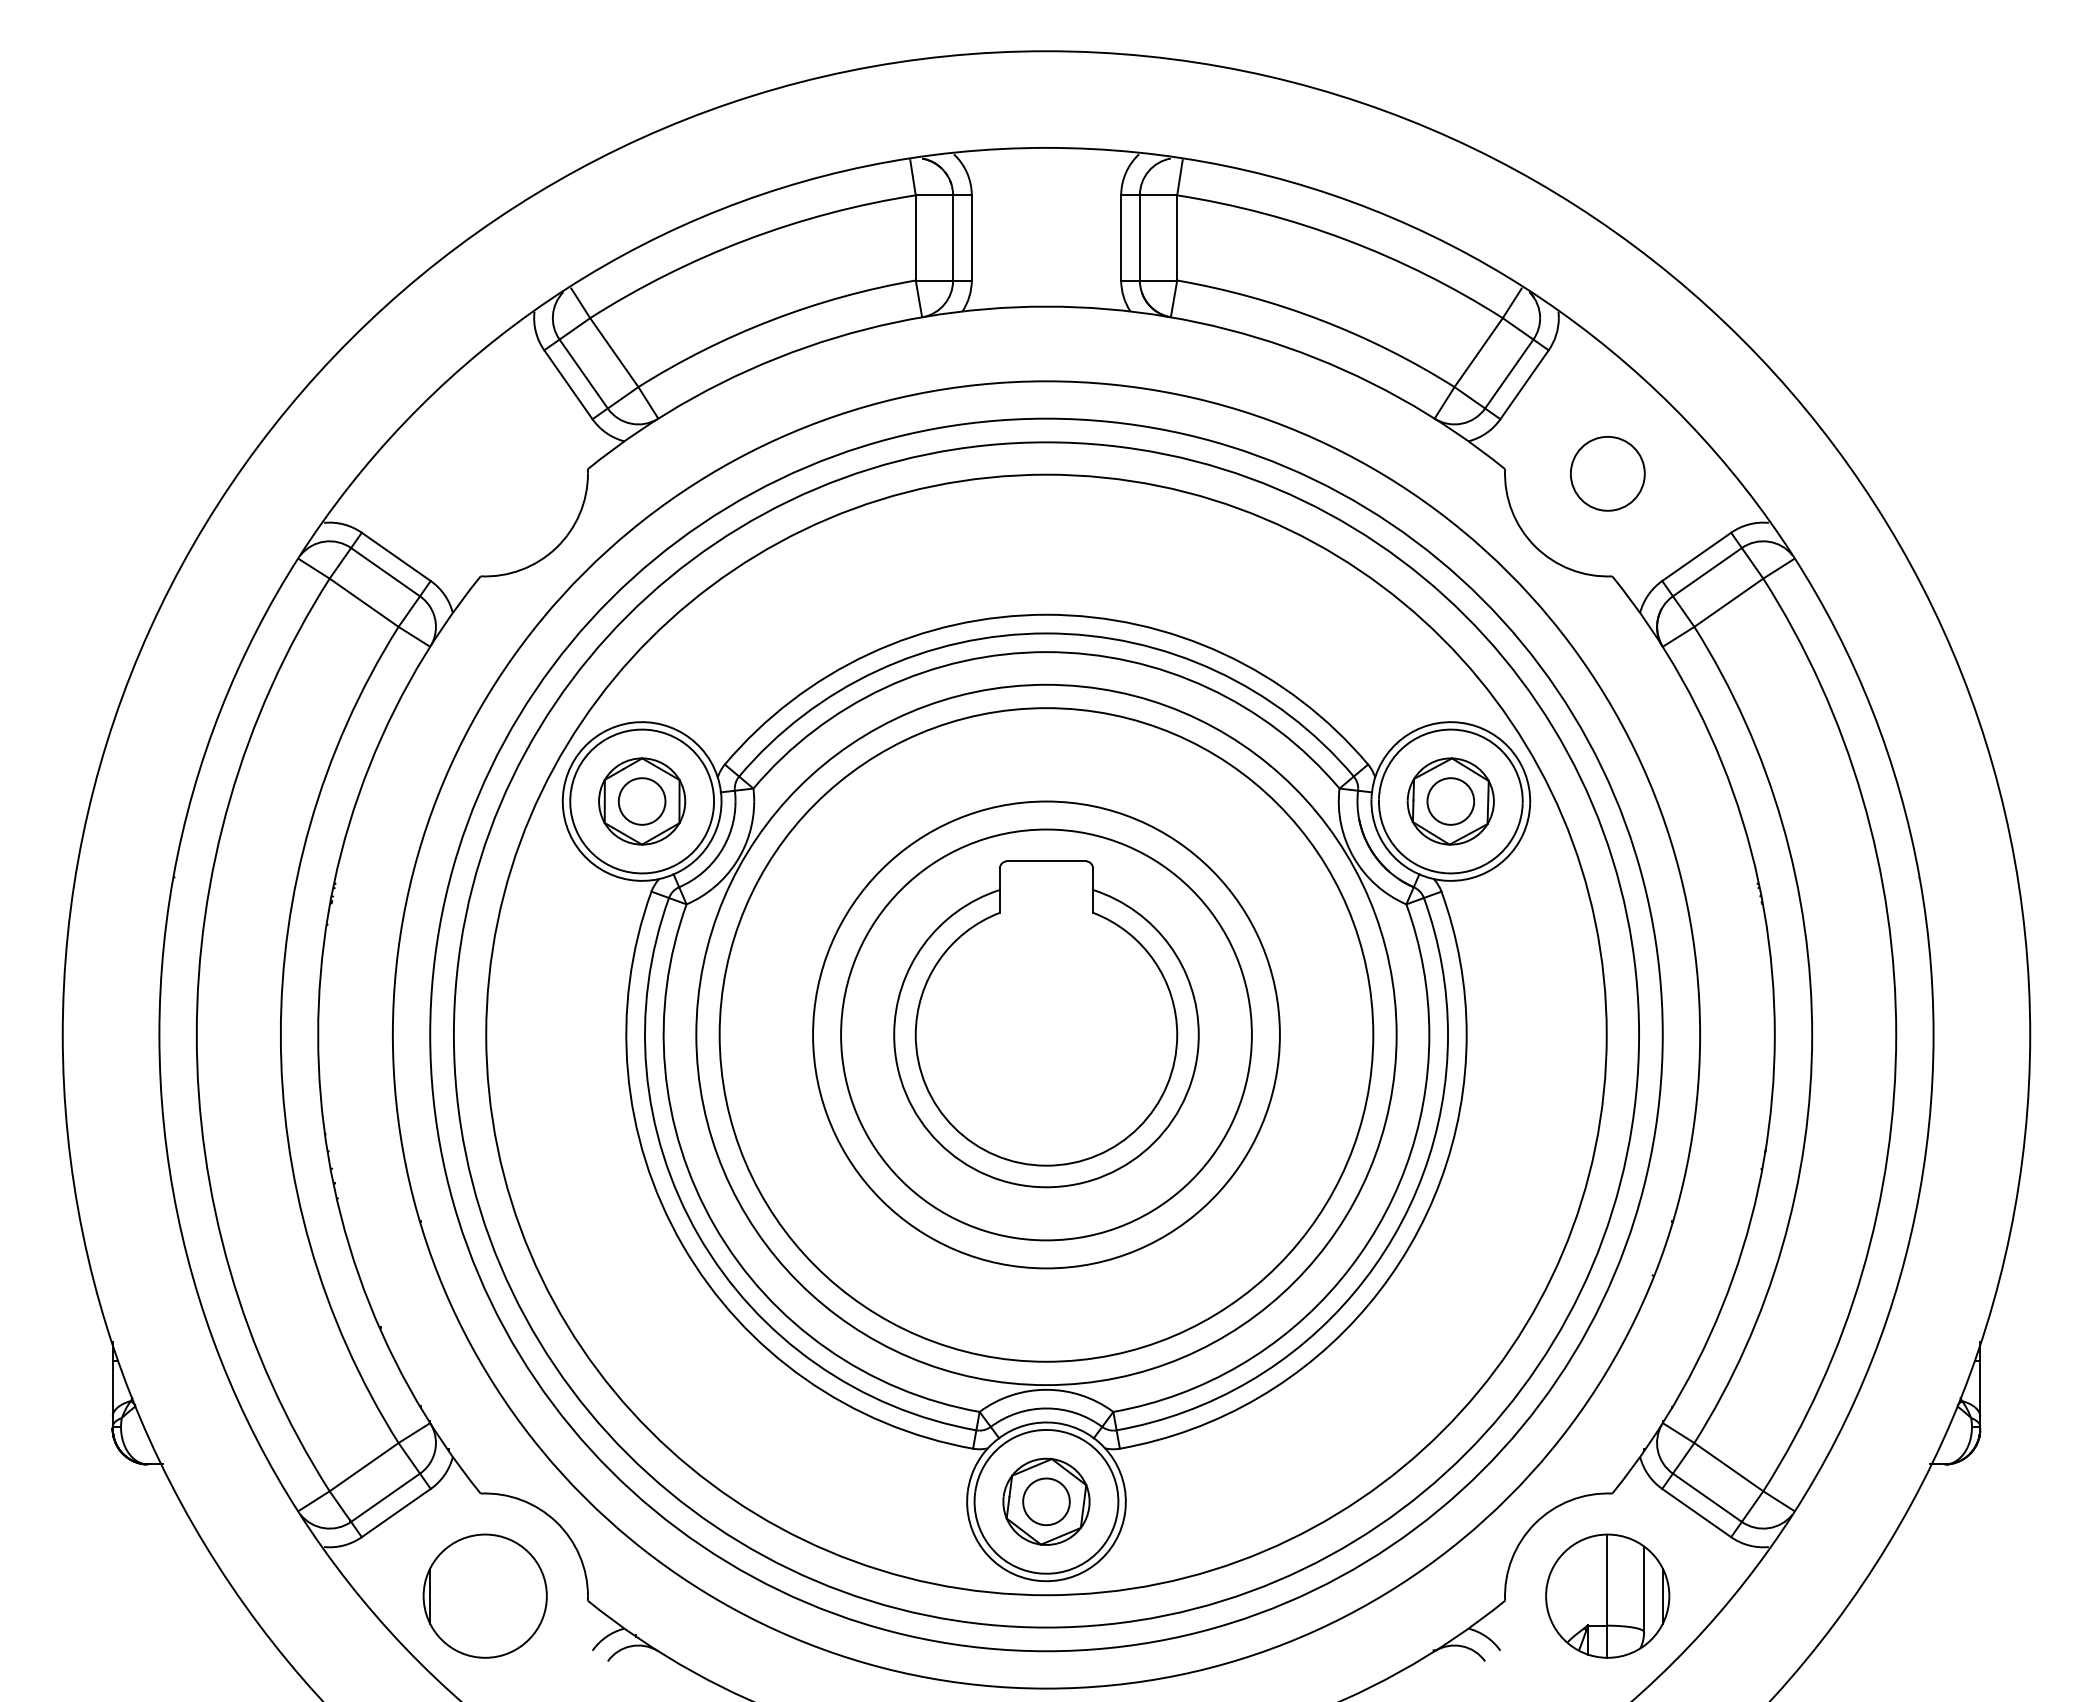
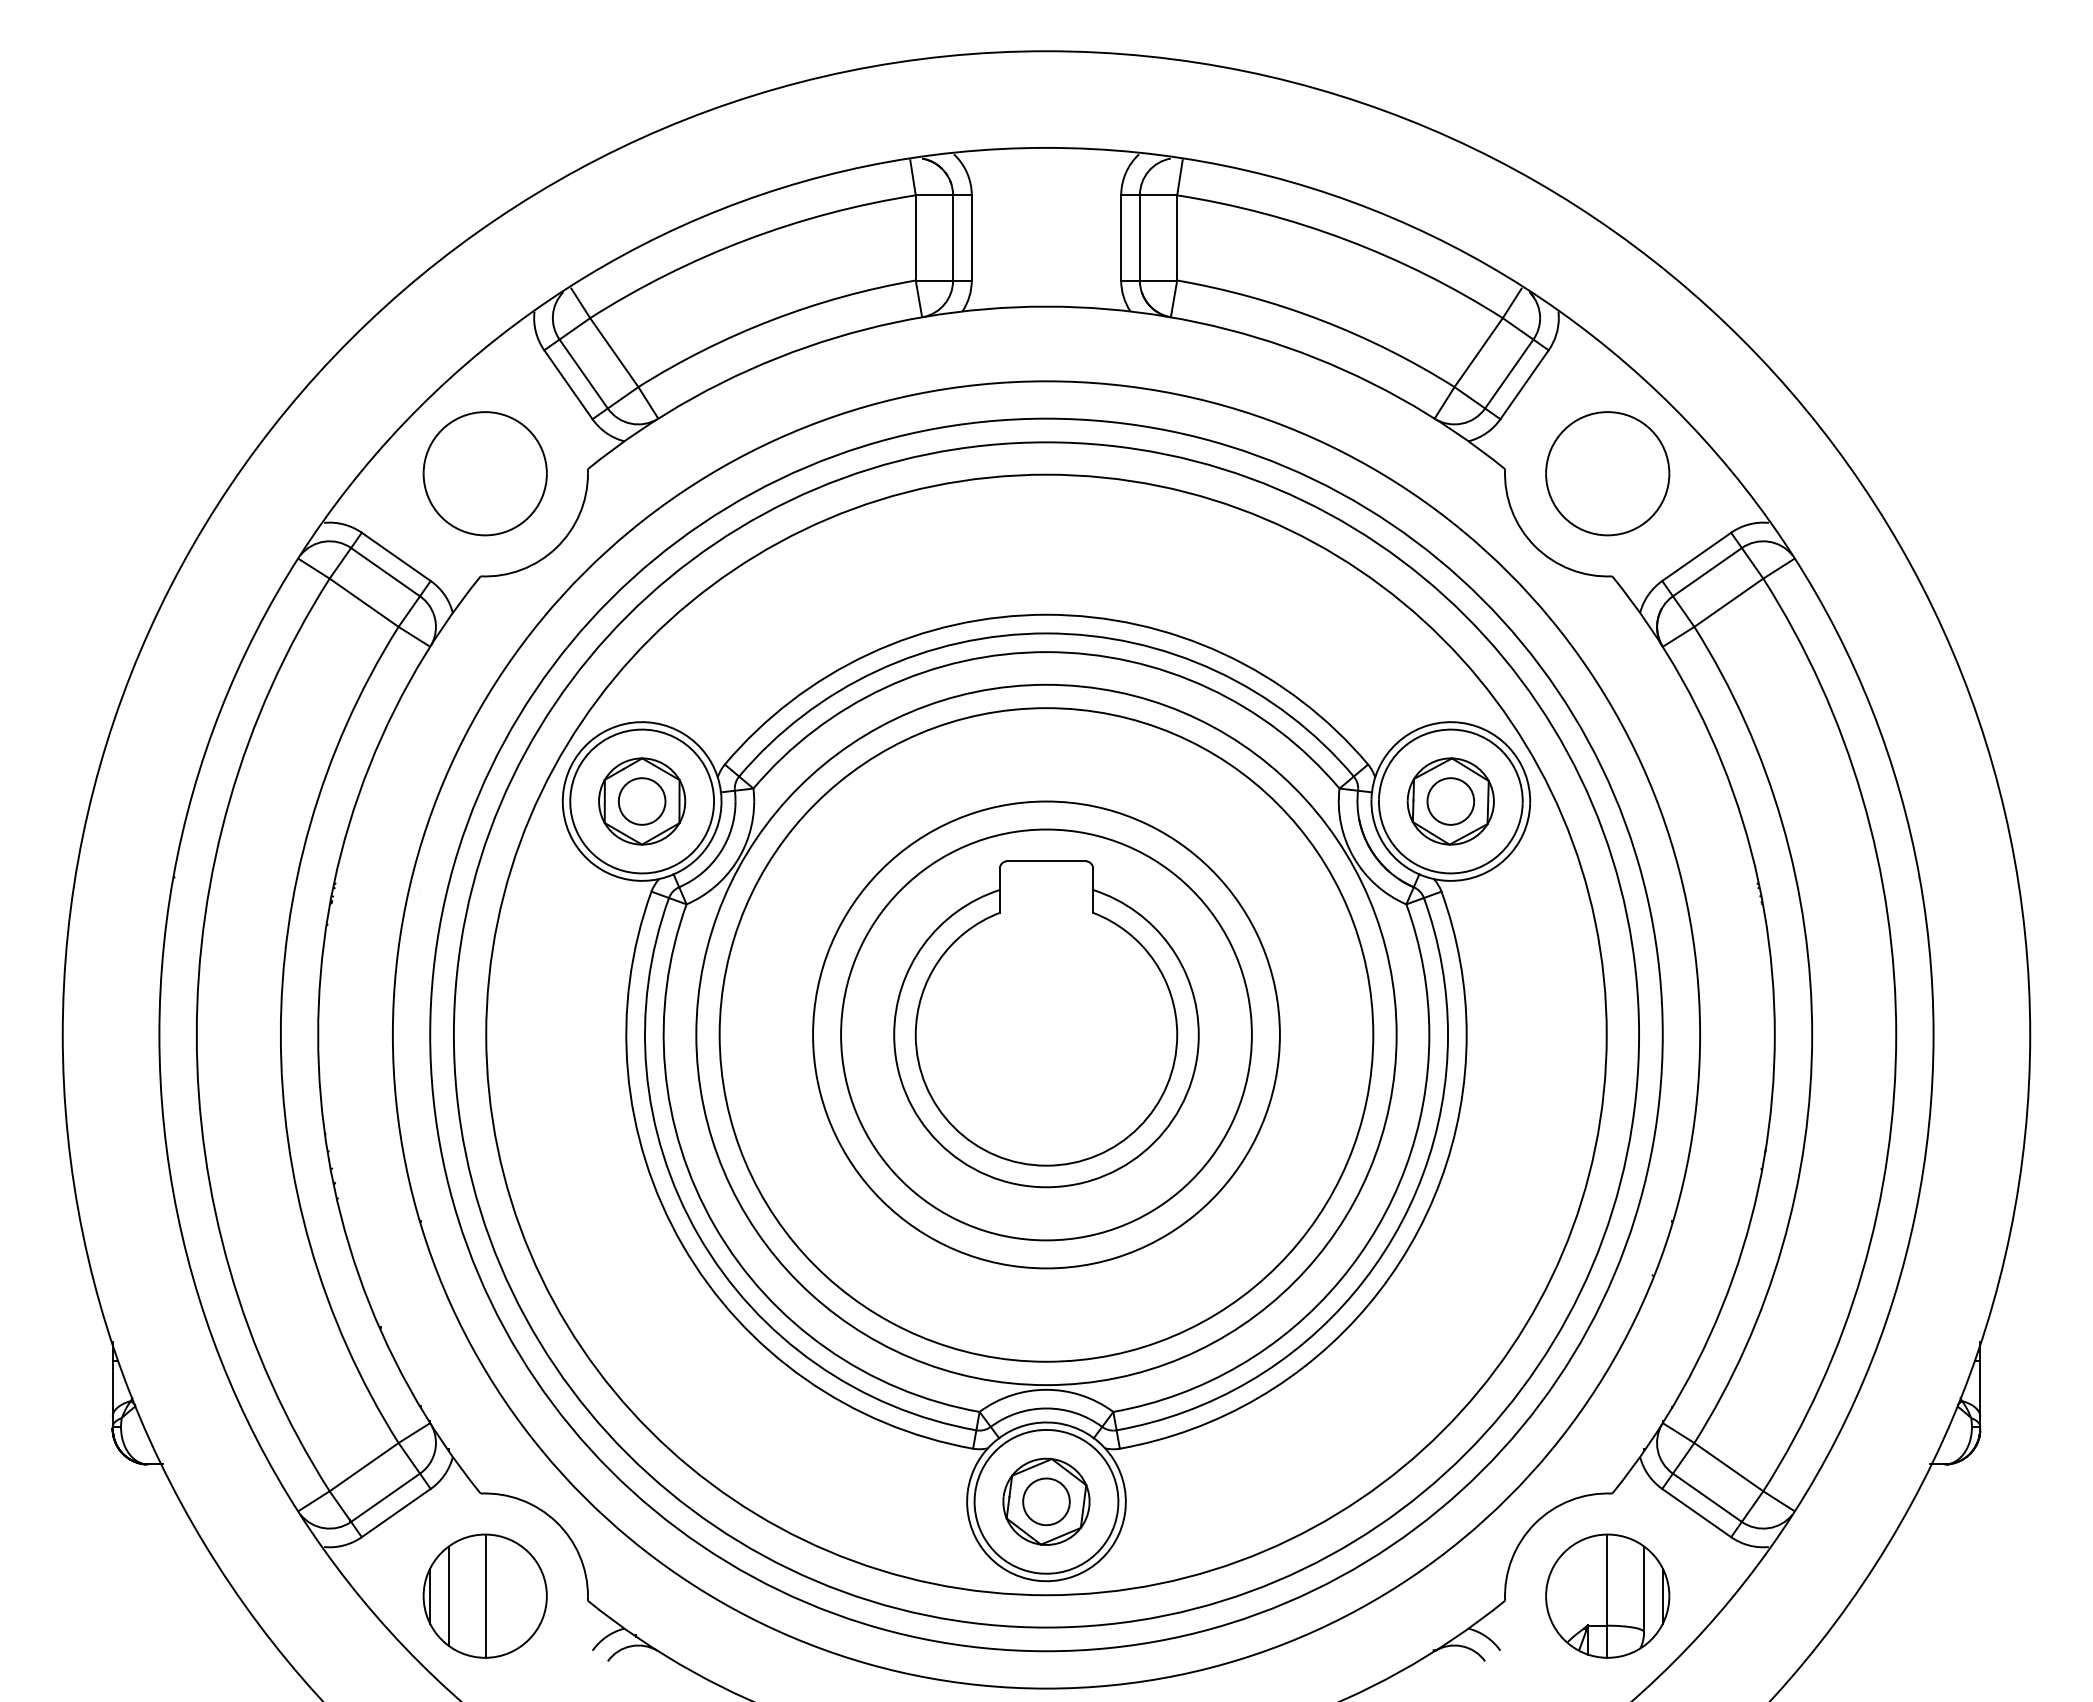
part at (484, 473): none -> present
part at (1607, 473) size: 76x76 px -> 126x126 px
line at (448, 1595): none -> present
line at (486, 1595): none -> present
